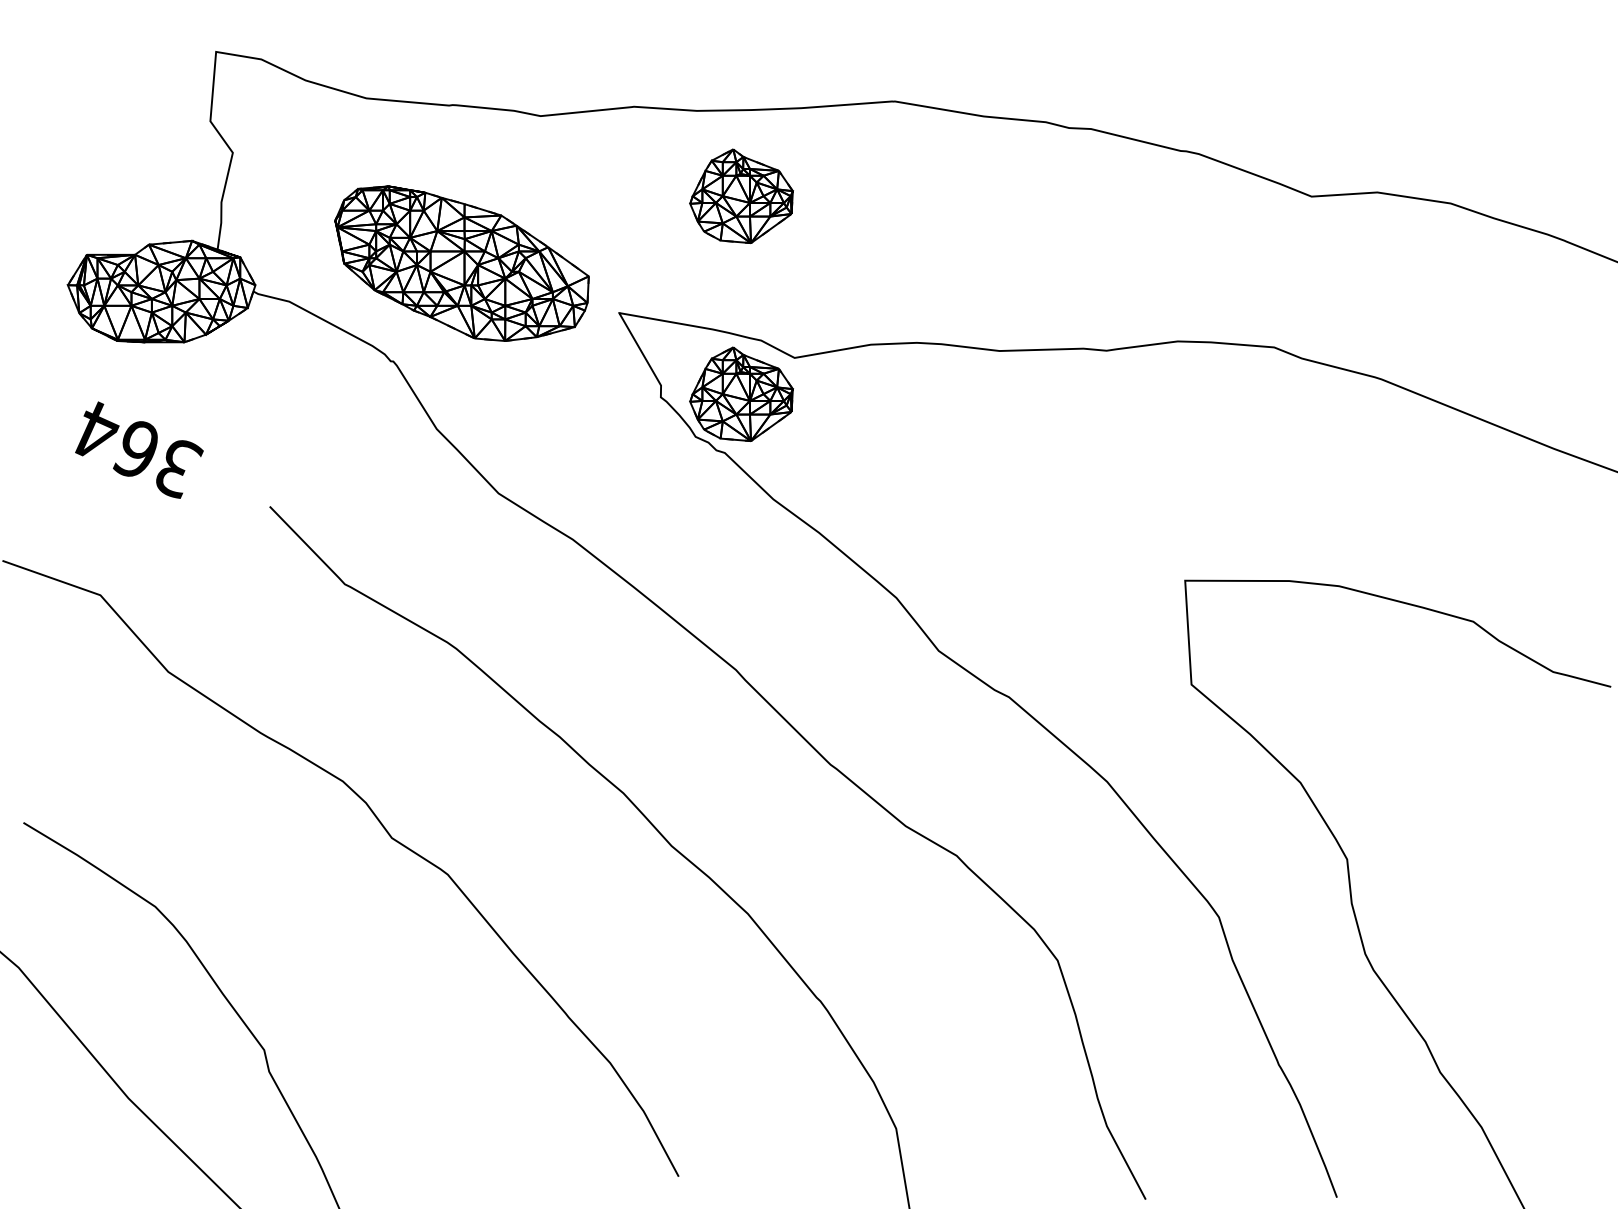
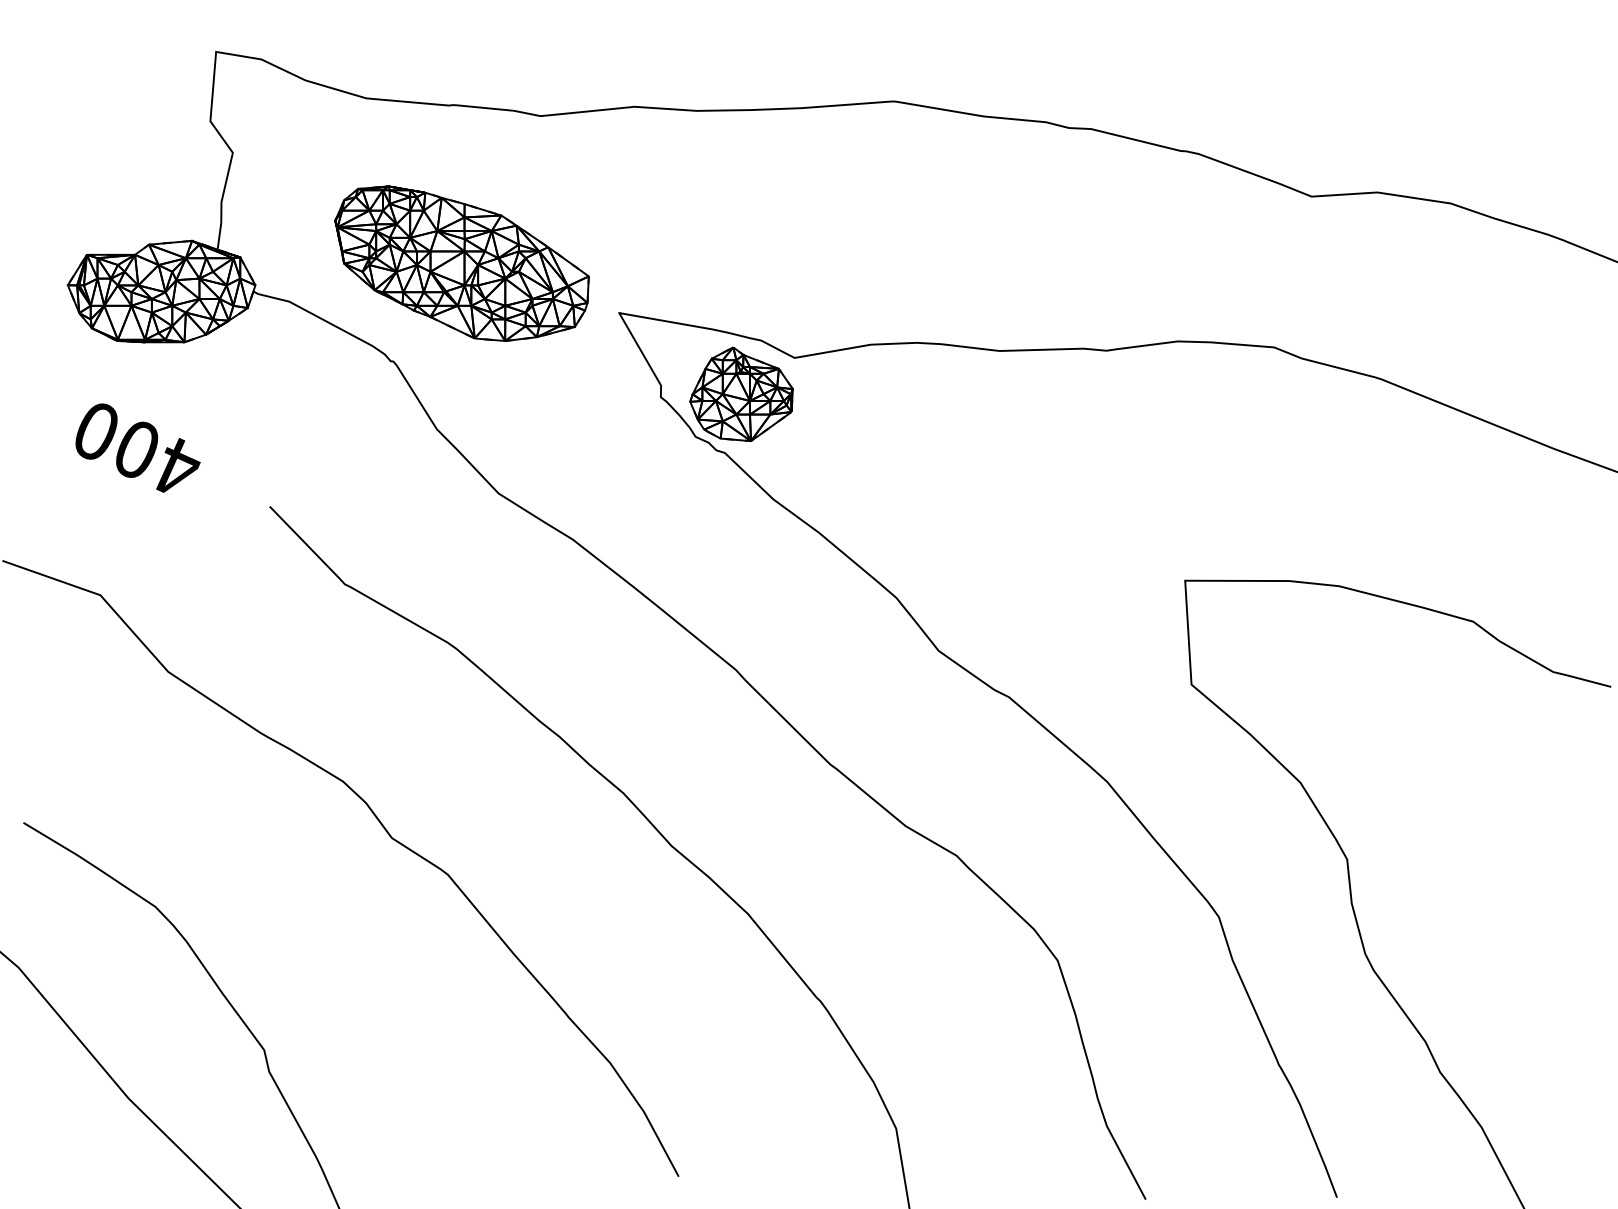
part at (741, 196): present -> none
text at (139, 449): 364 -> 400
